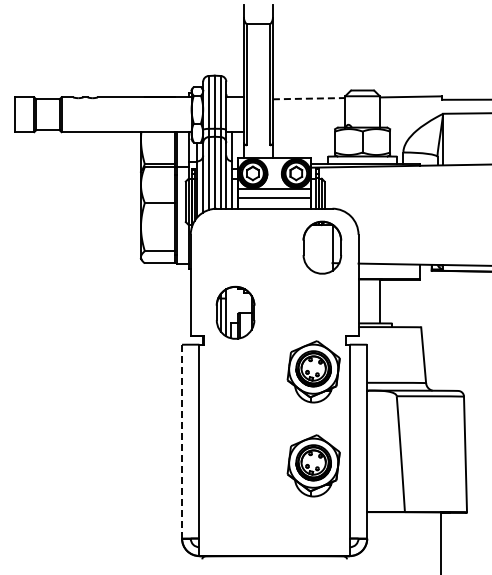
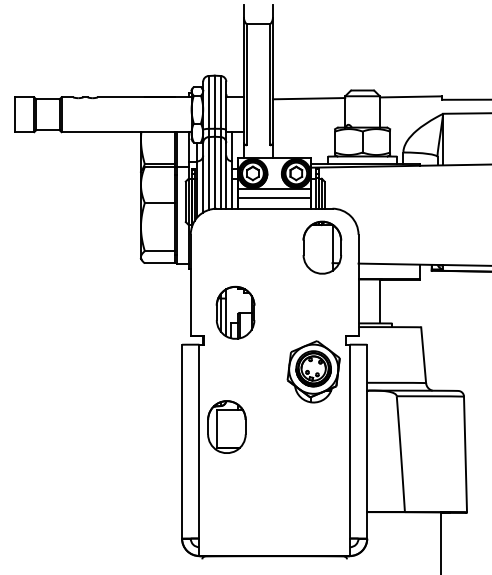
line at (309, 98): dashed -> solid
part at (226, 426): none -> present
line at (182, 441): dashed -> solid
part at (313, 465): present -> none
